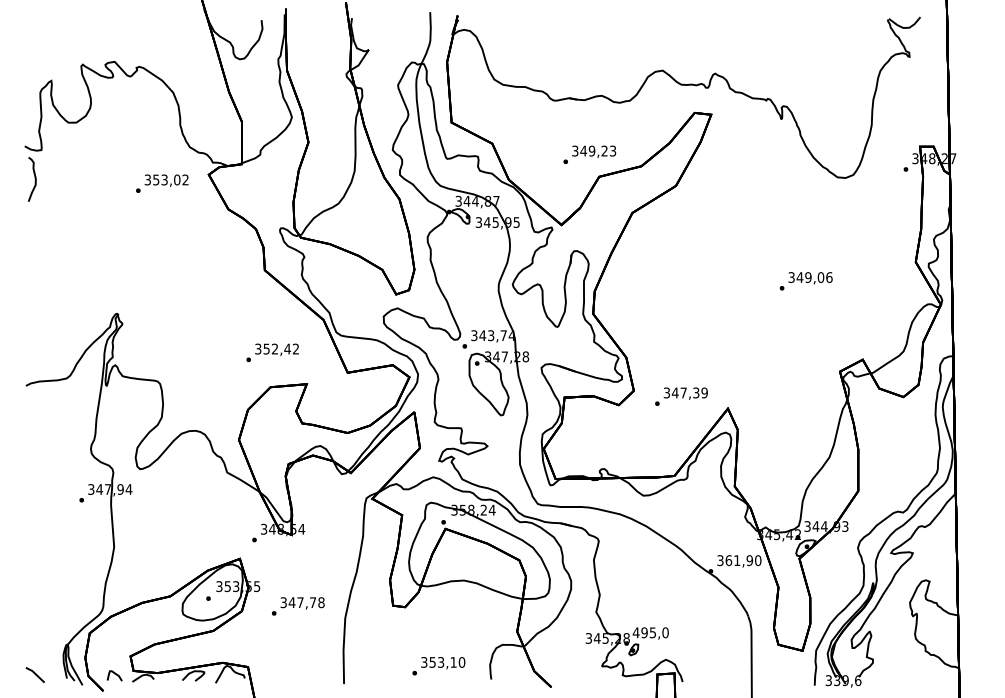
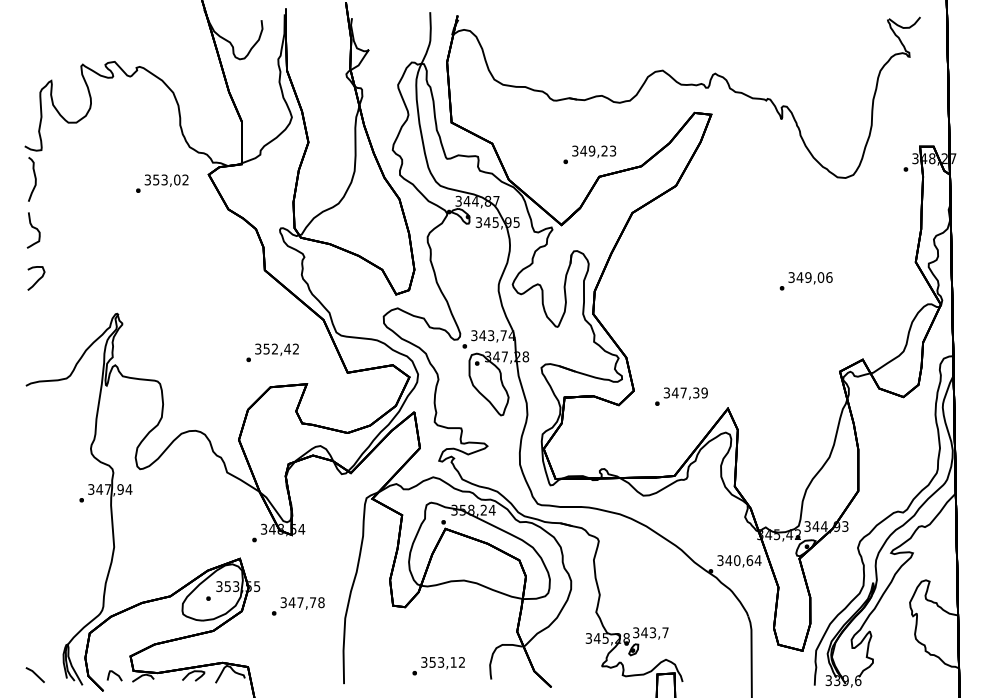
curve at (33, 228): none -> present
curve at (37, 279): none -> present
text at (743, 560): 361,90 -> 340,64
text at (650, 632): 495,0 -> 343,7
text at (461, 662): 353,10 -> 353,12
